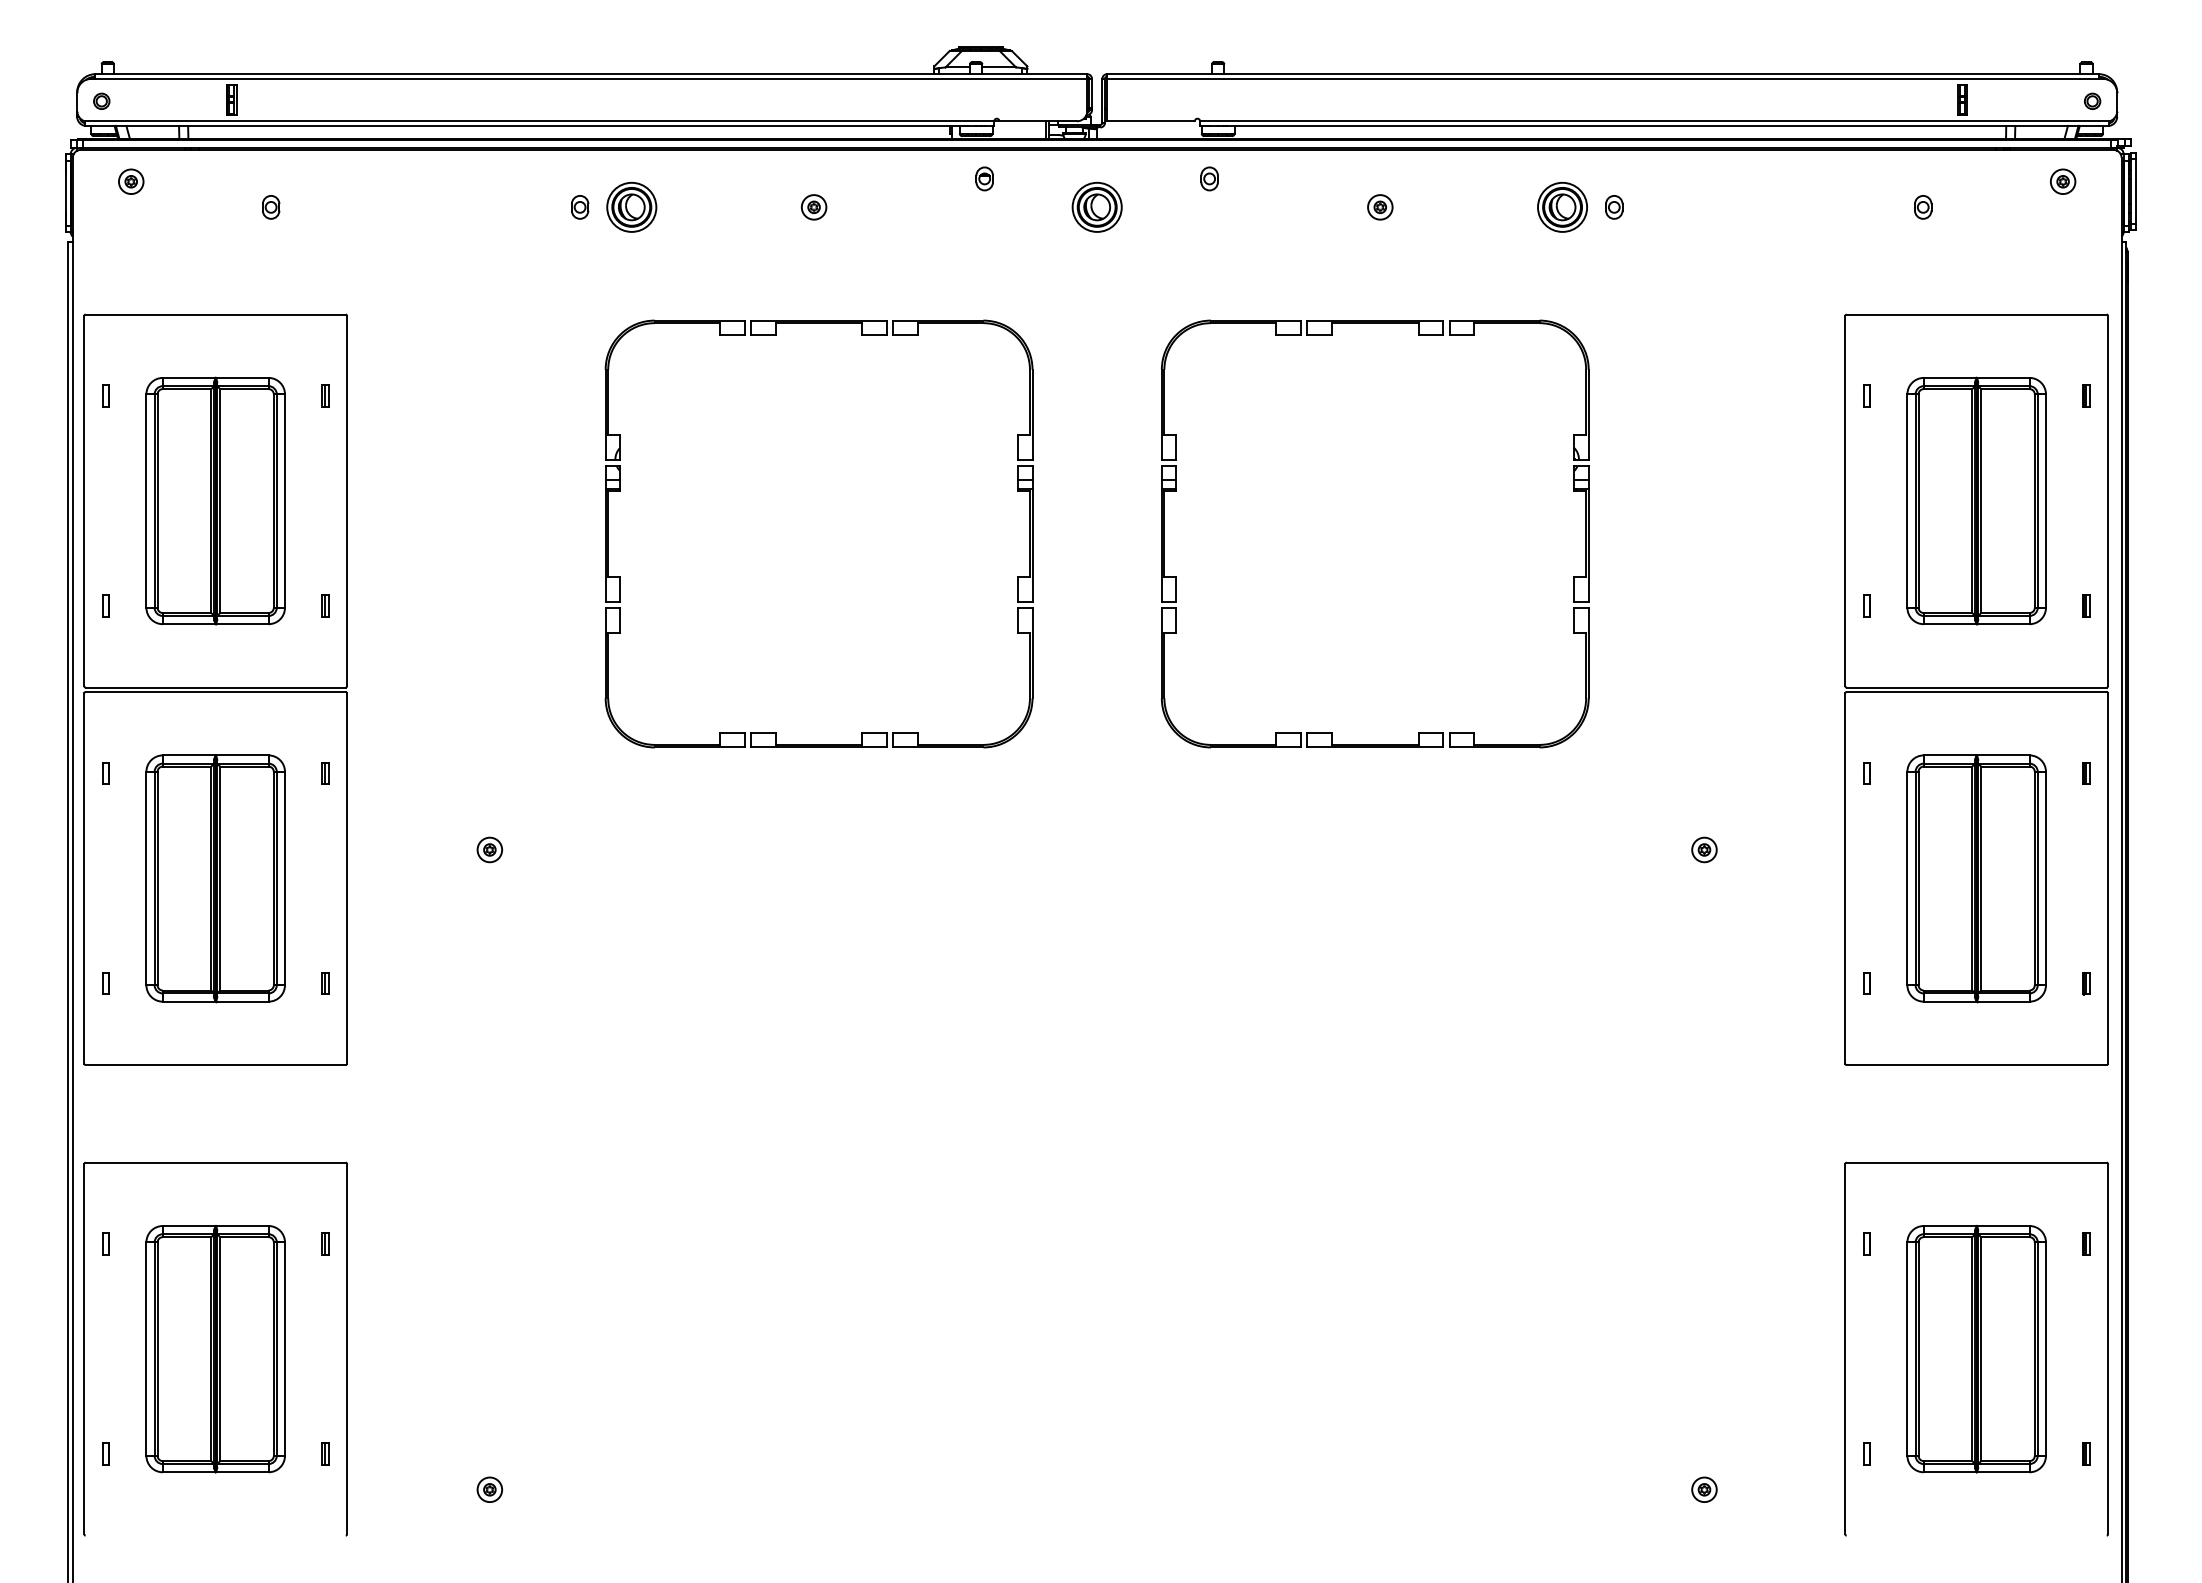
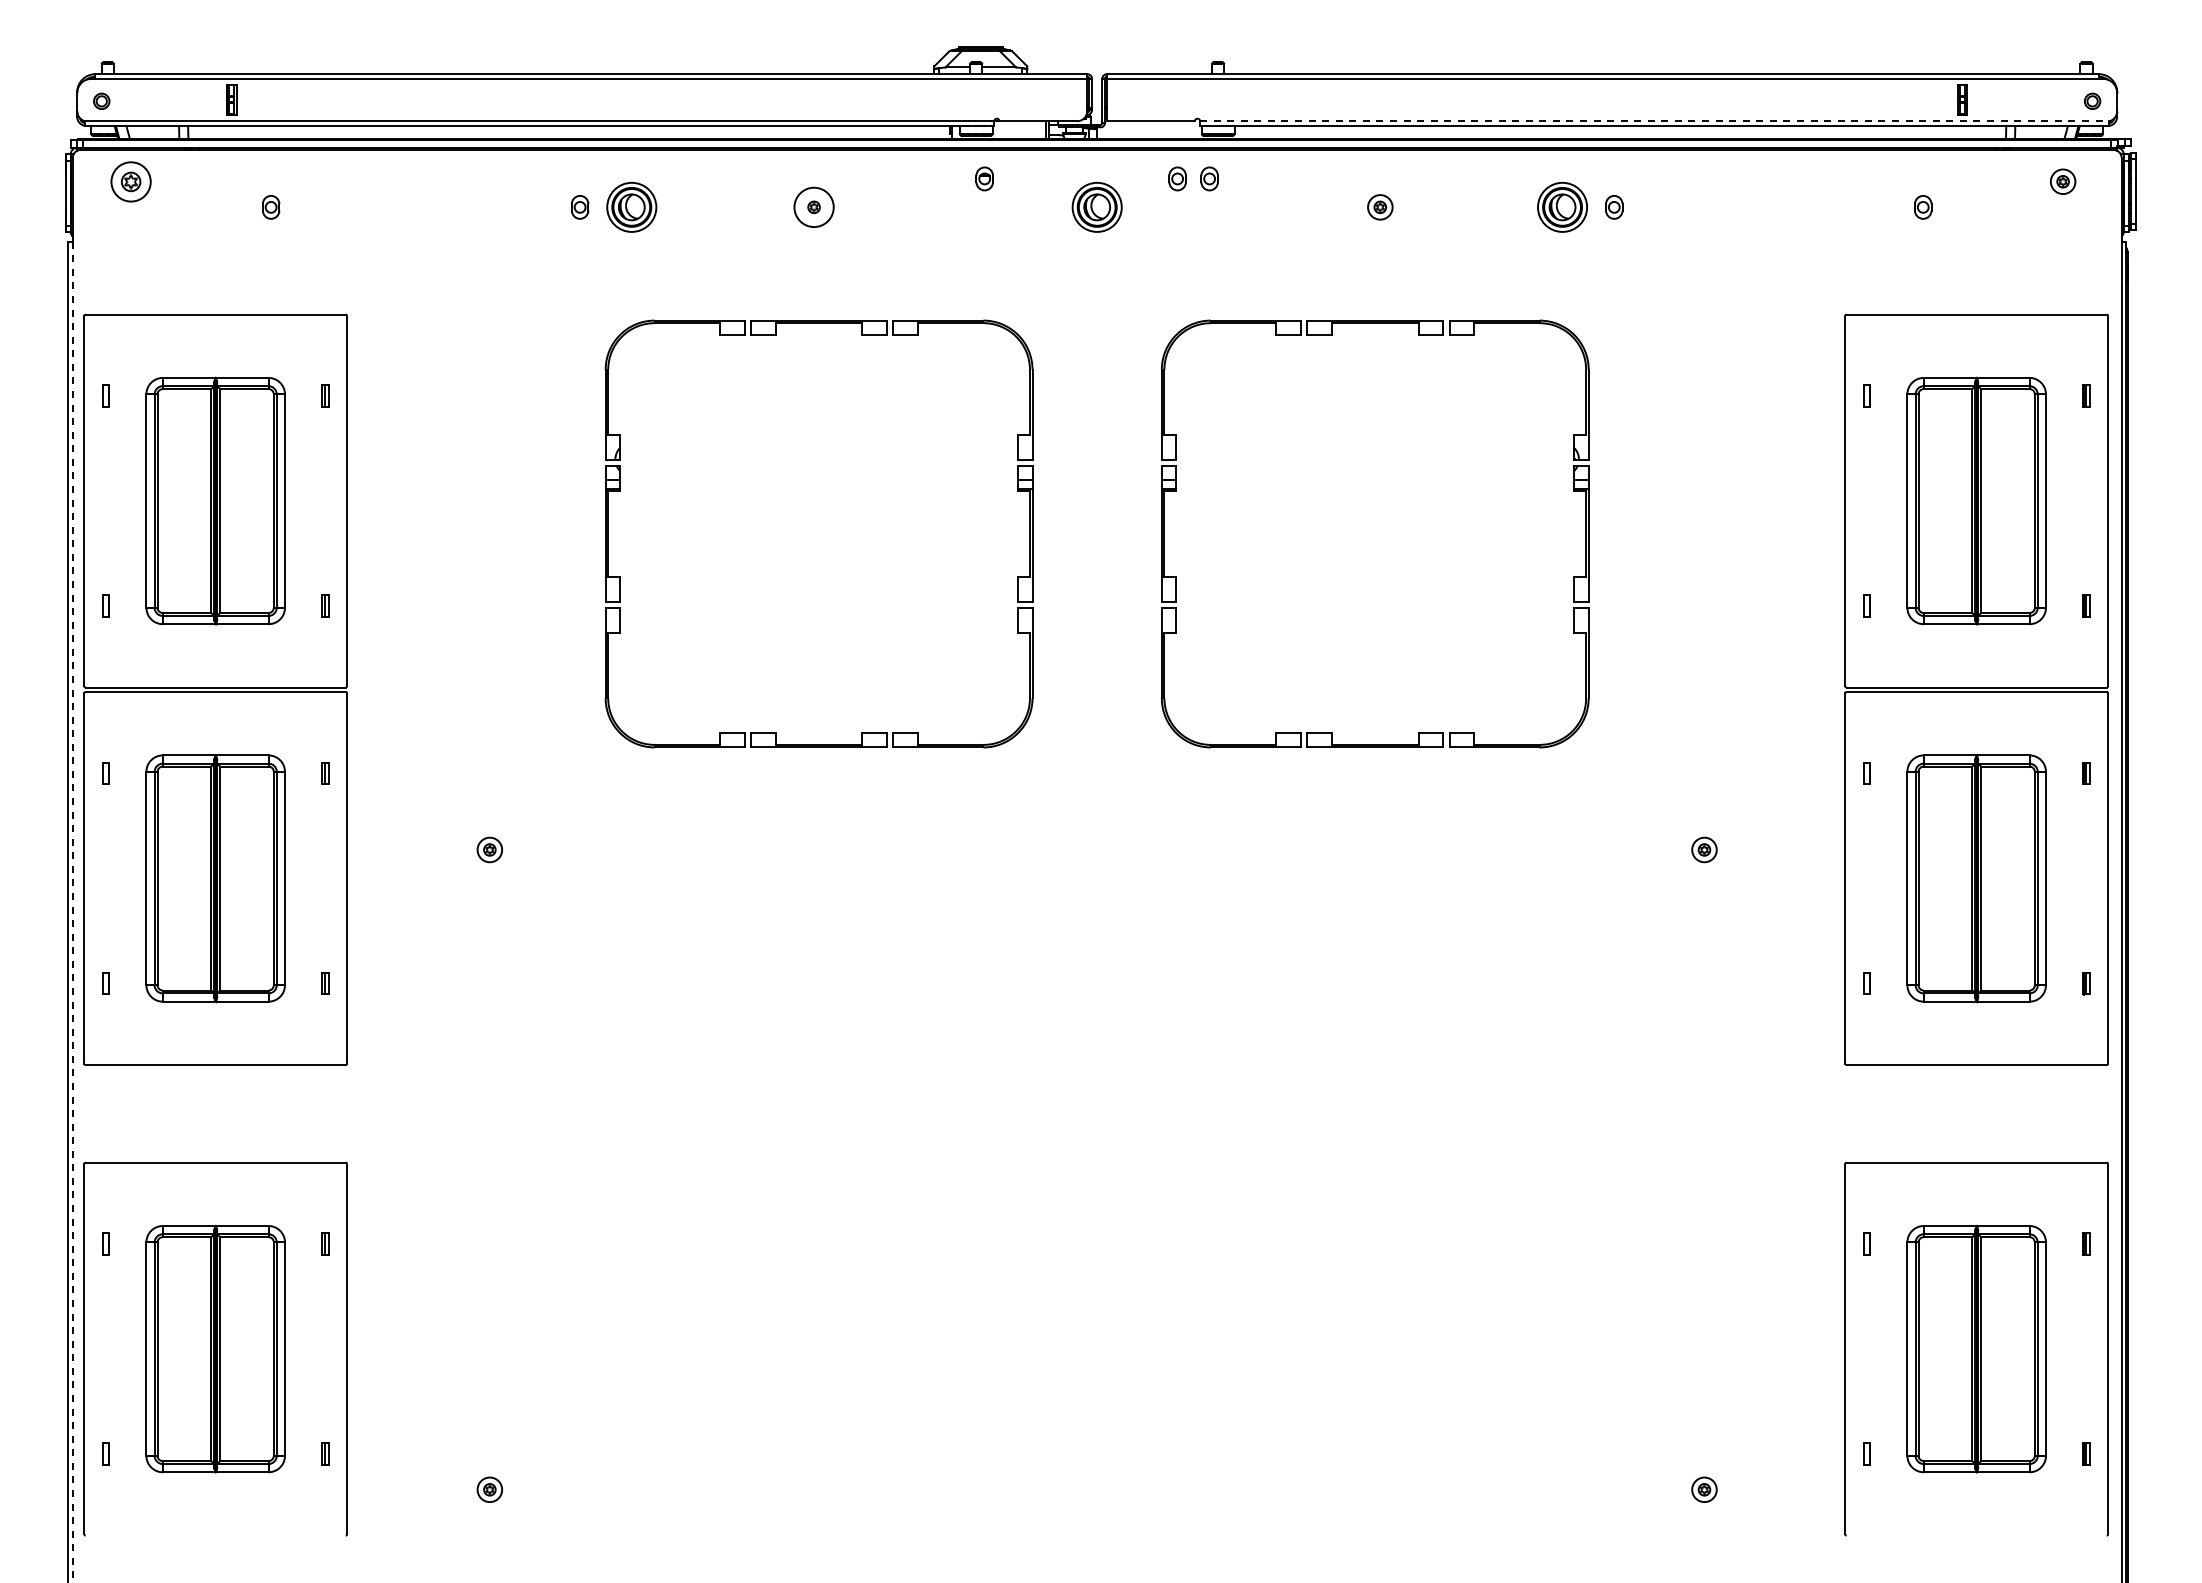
line at (1654, 121): solid -> dashed
part at (1177, 178): none -> present
part at (131, 181) size: 27x27 px -> 42x42 px
circle at (813, 207) diameter: 25 px -> 39 px
line at (72, 912): solid -> dashed
